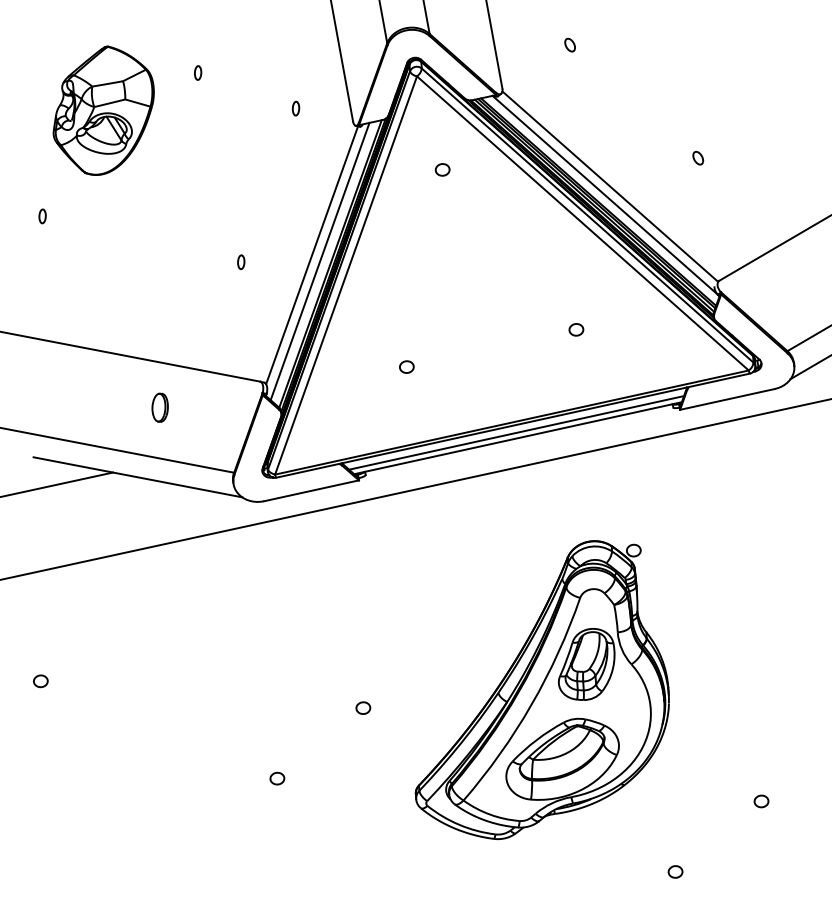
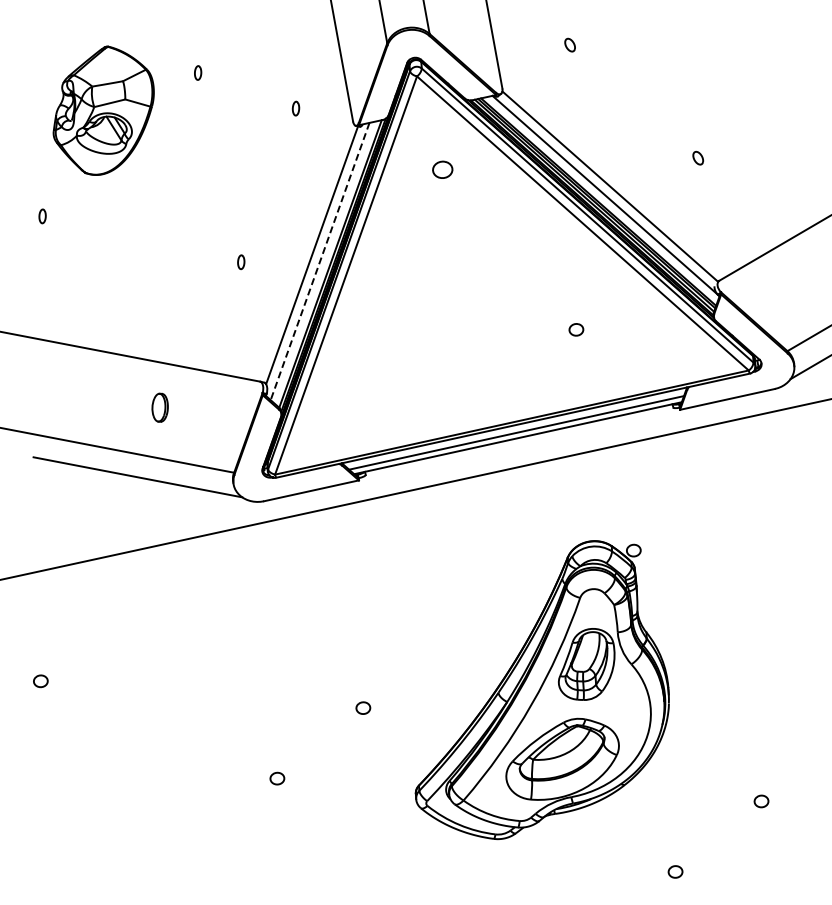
part at (442, 169) size: 17x14 px -> 22x19 px
line at (319, 262): solid -> dashed
part at (406, 366): present -> none
line at (57, 484): present -> none
